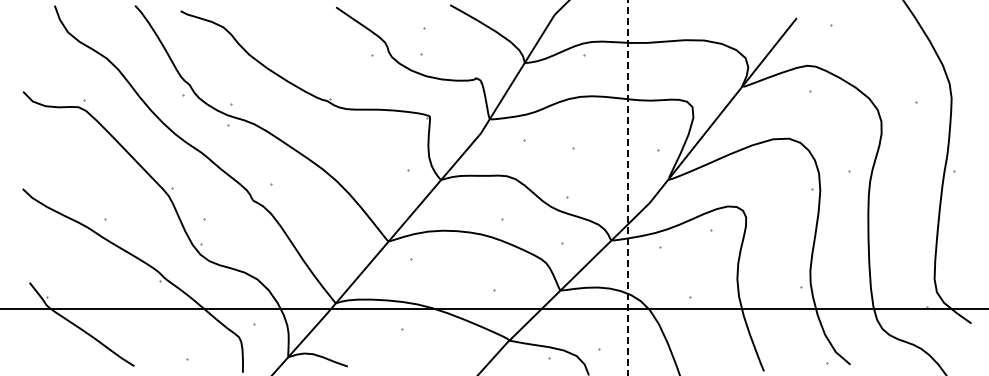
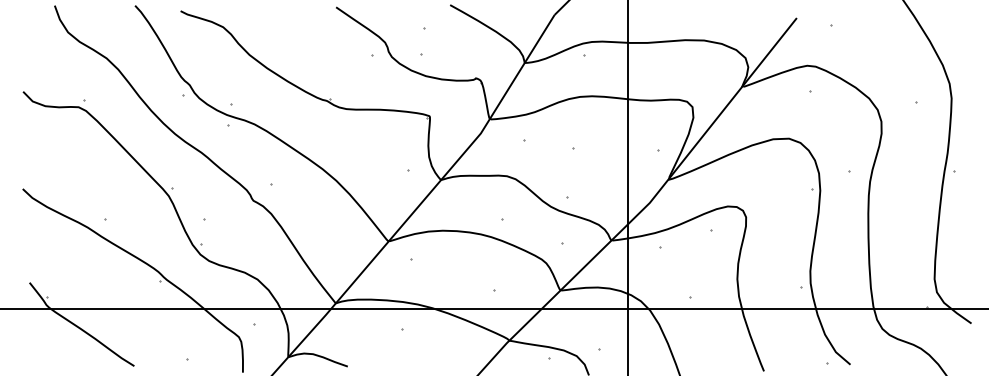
line at (627, 187): dashed -> solid
